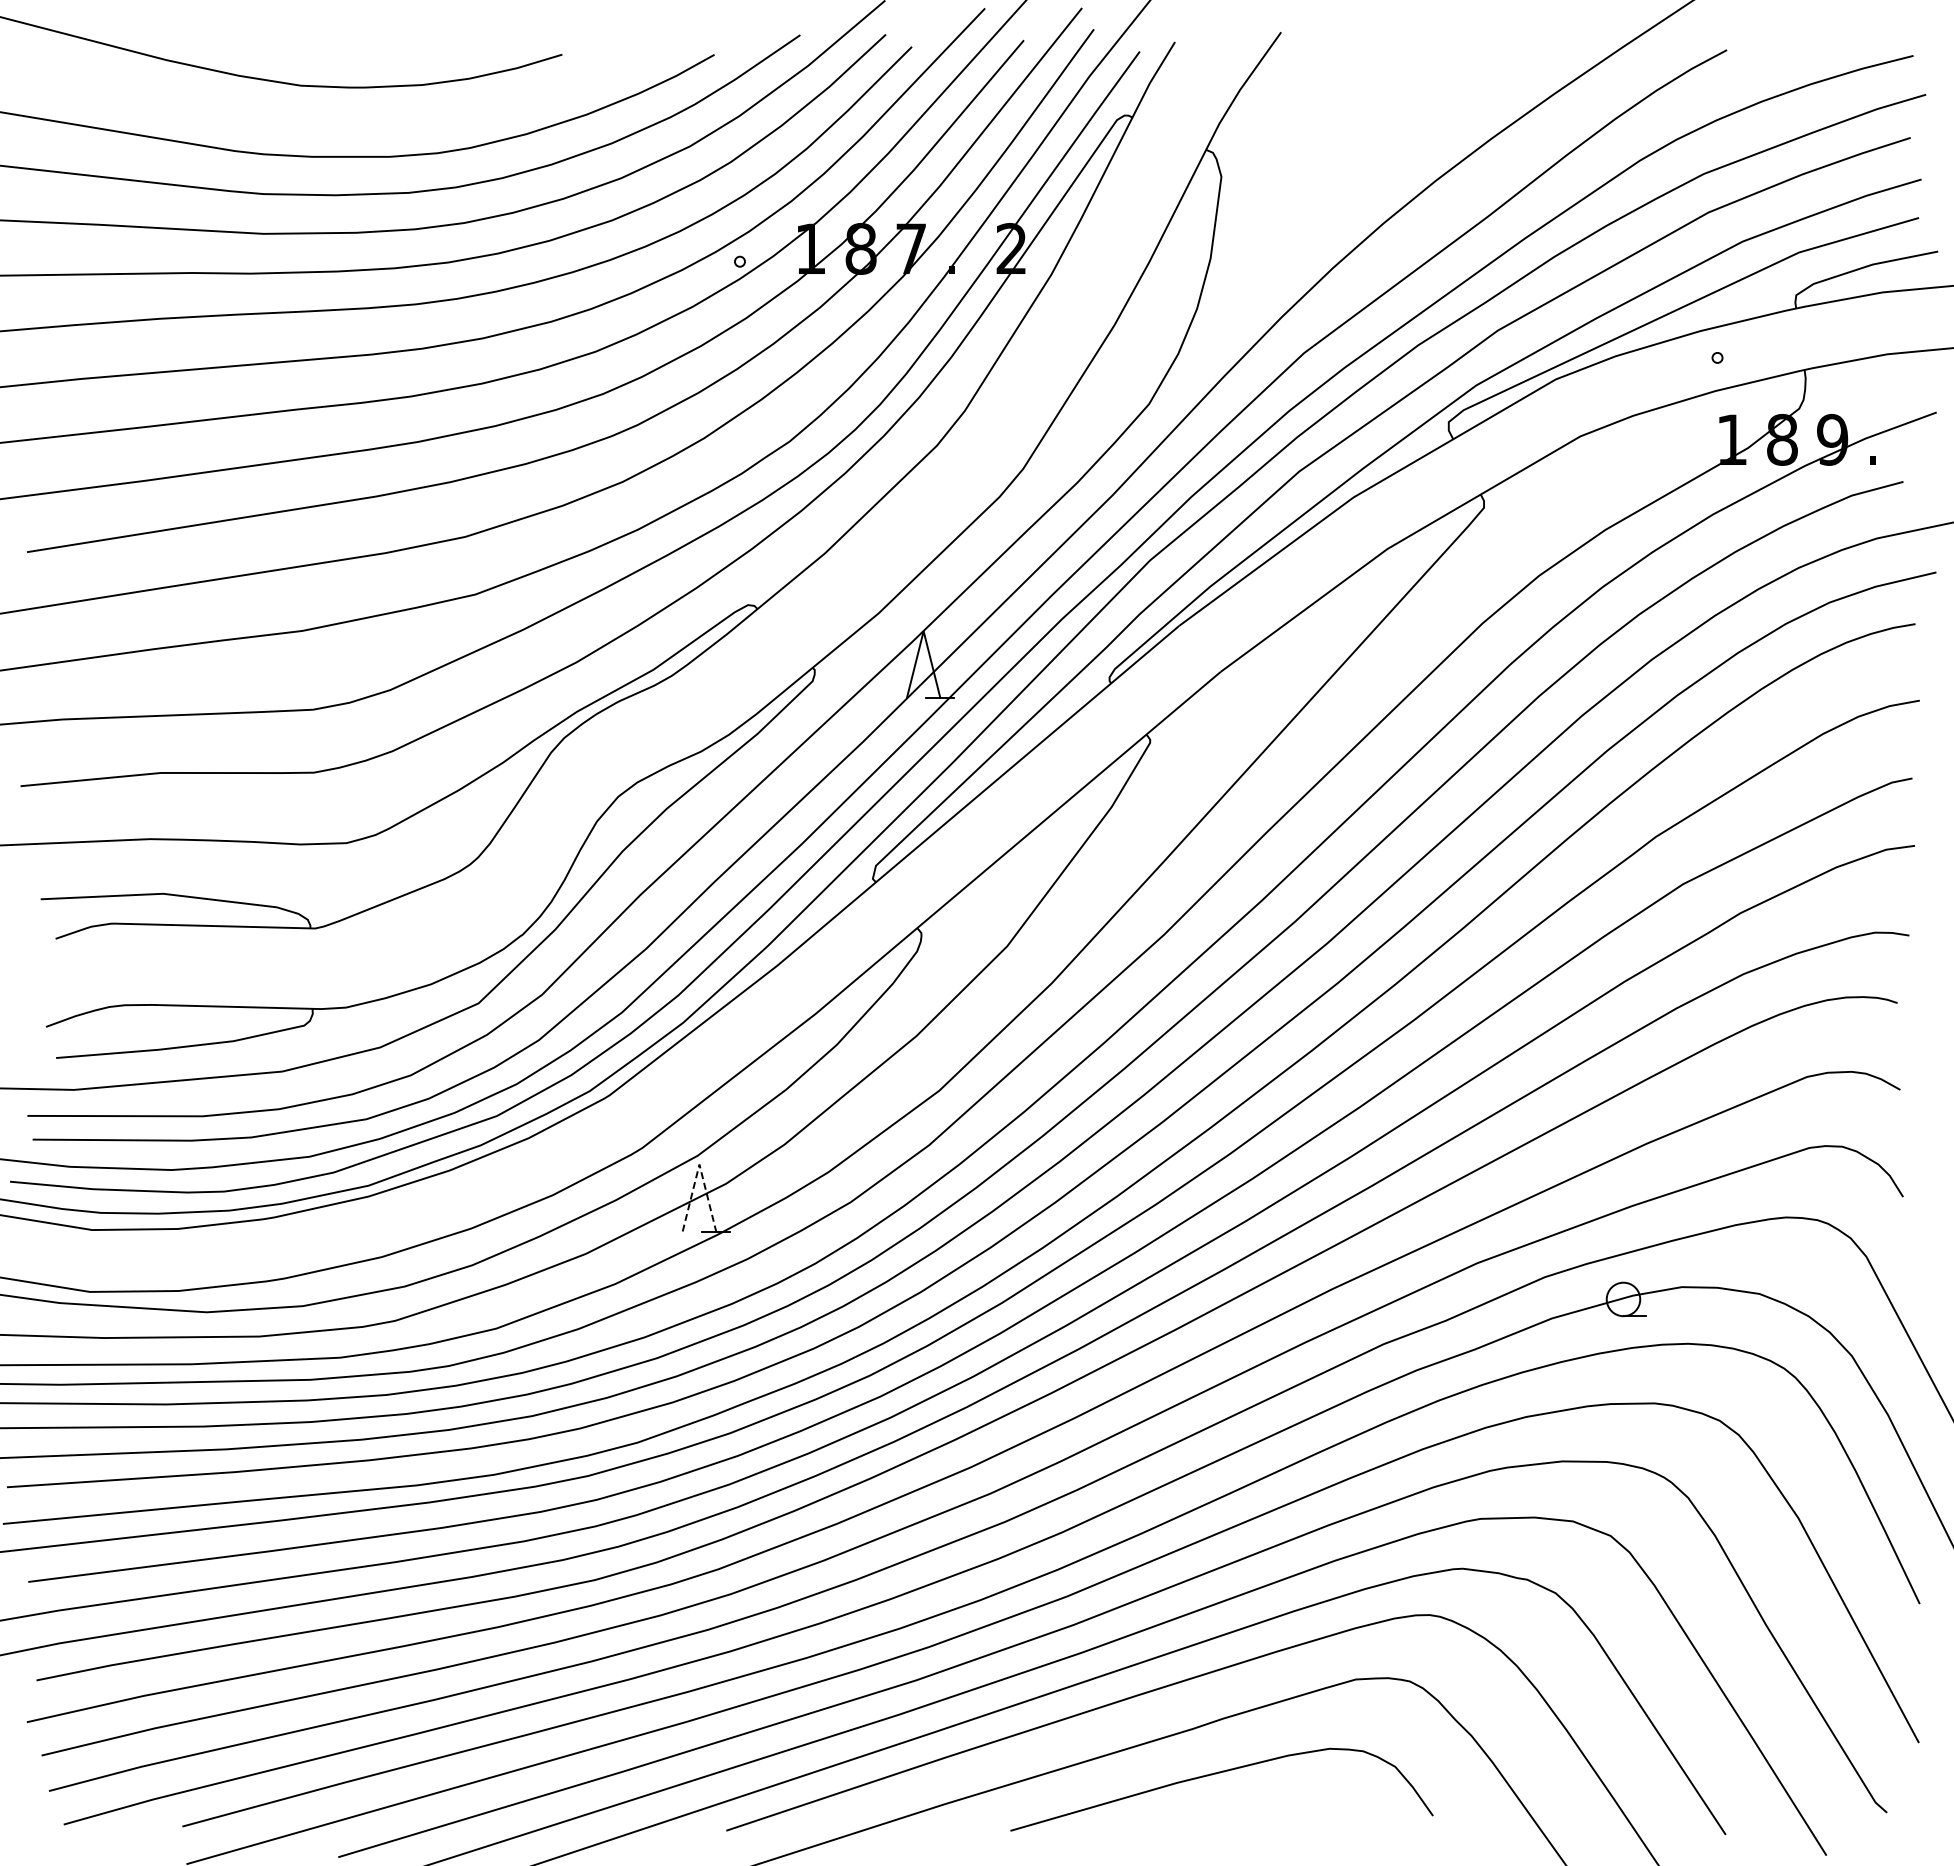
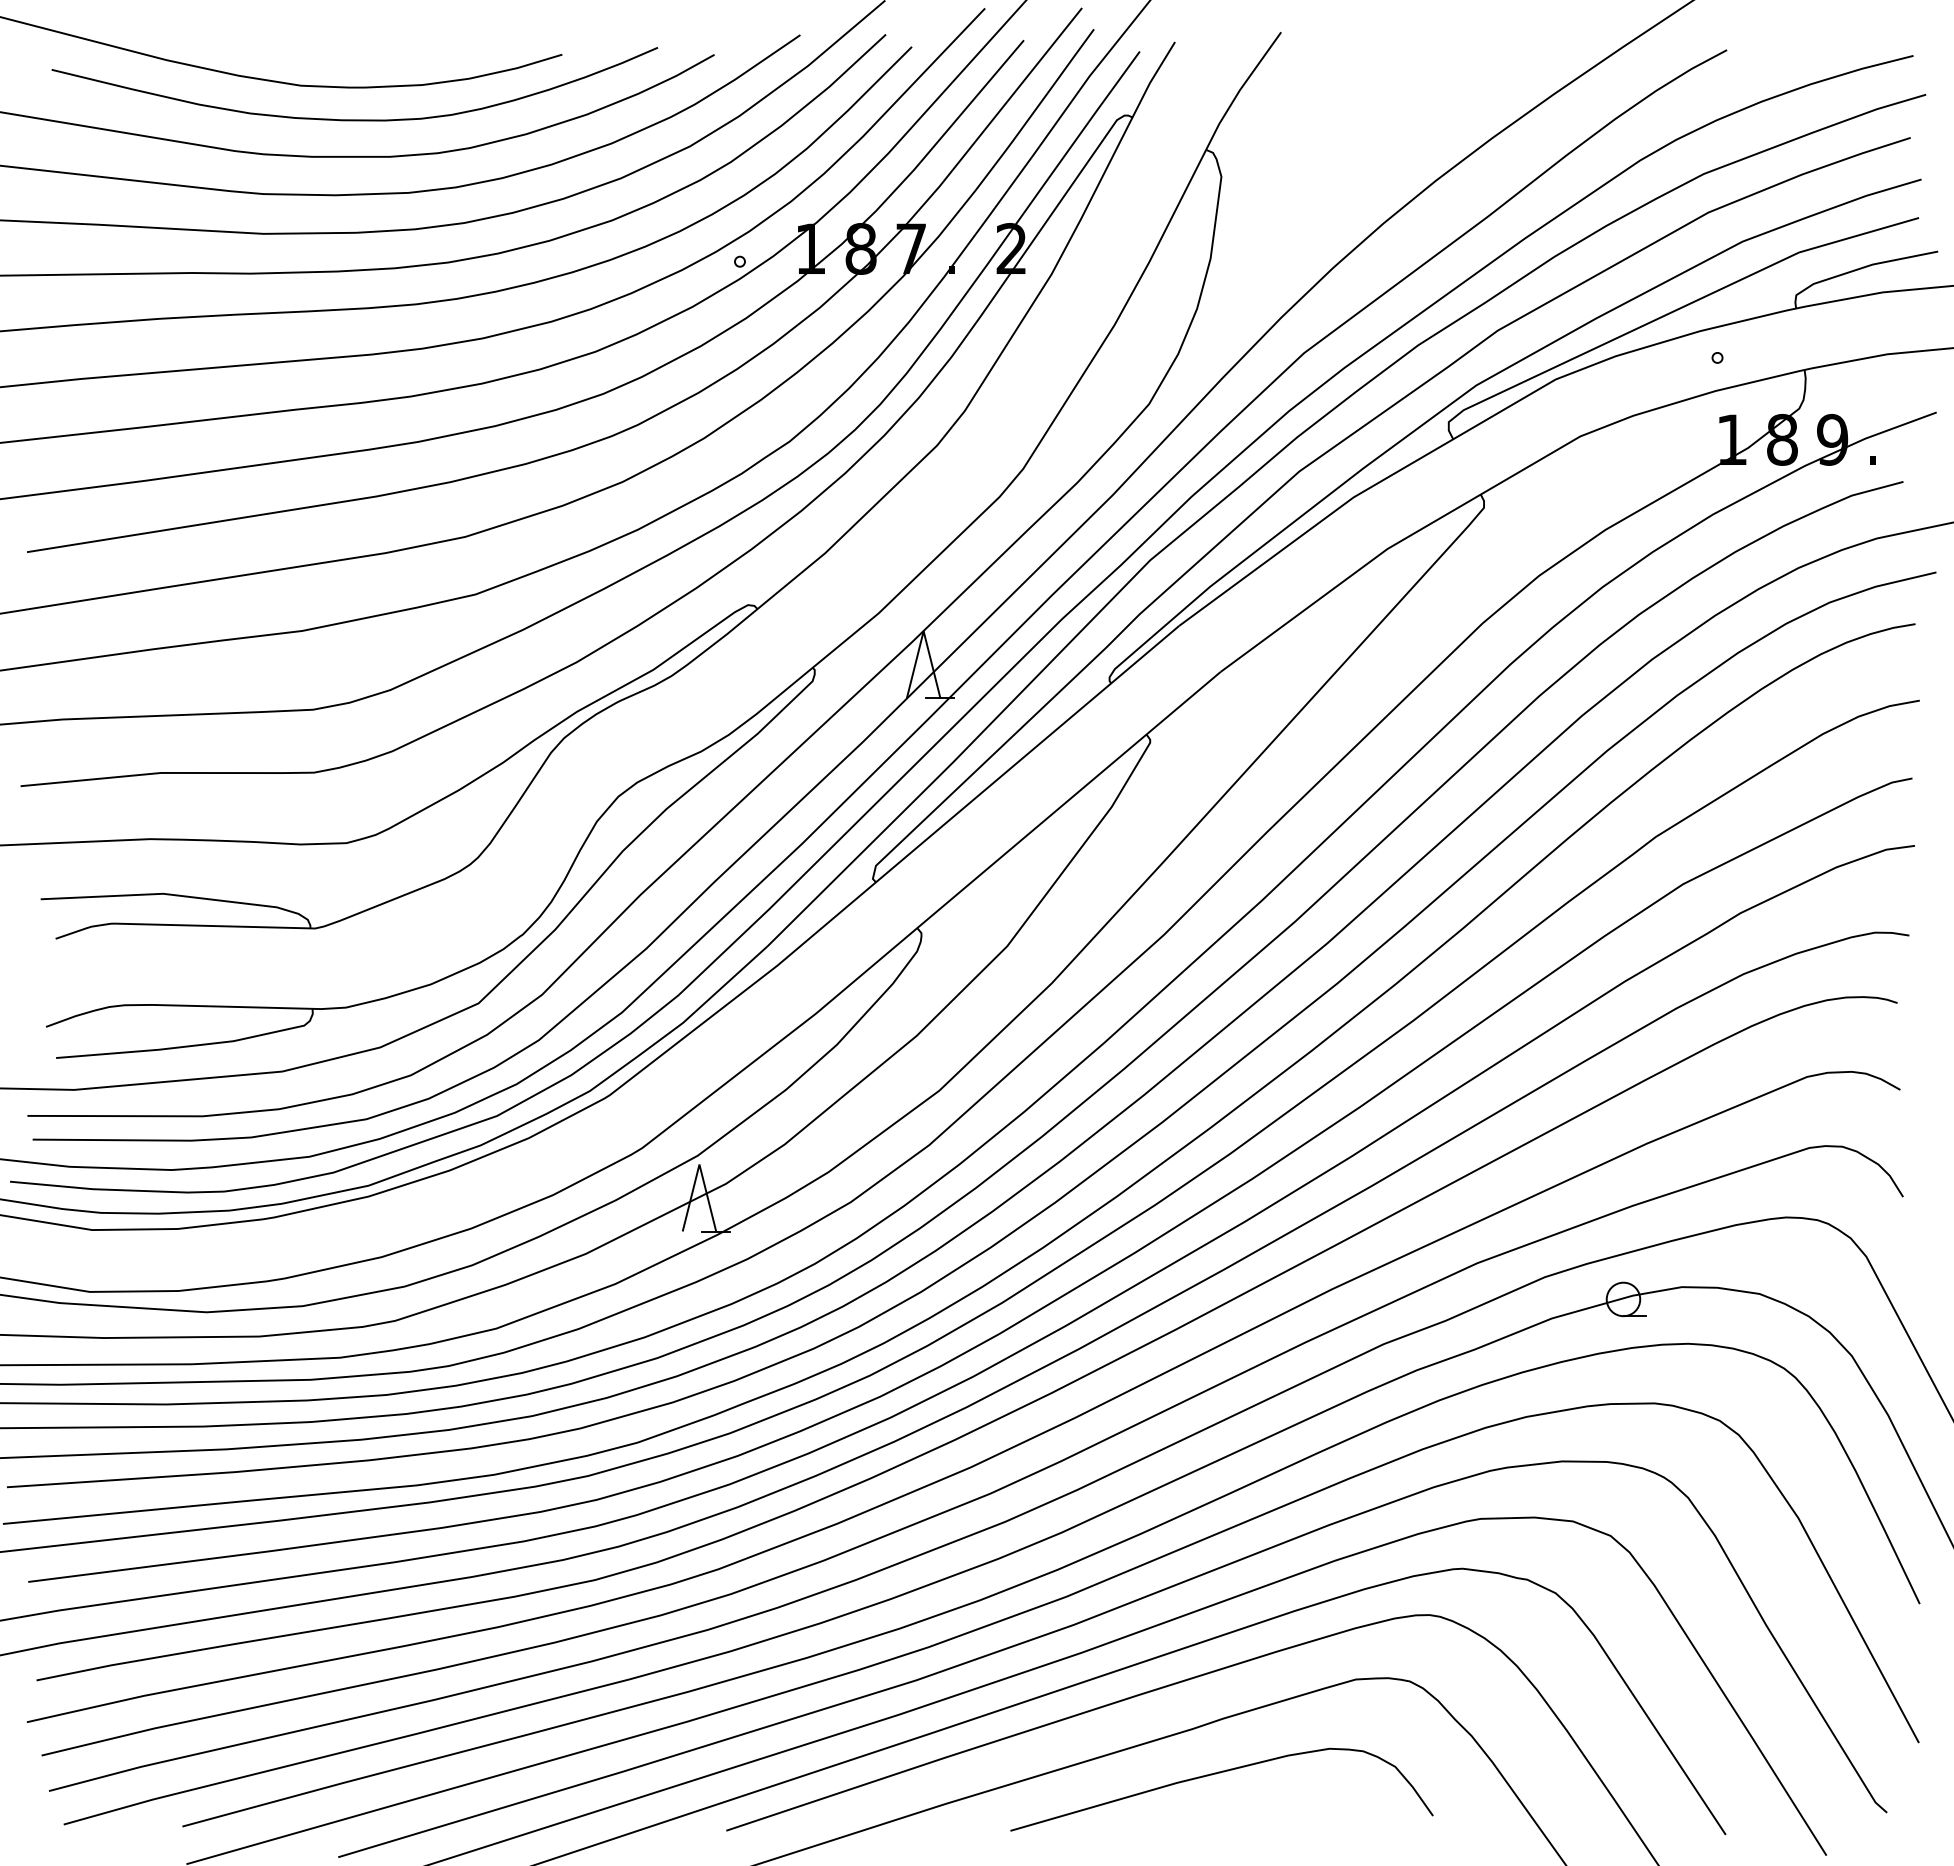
curve at (354, 119): none -> present
line at (699, 1164): dashed -> solid
